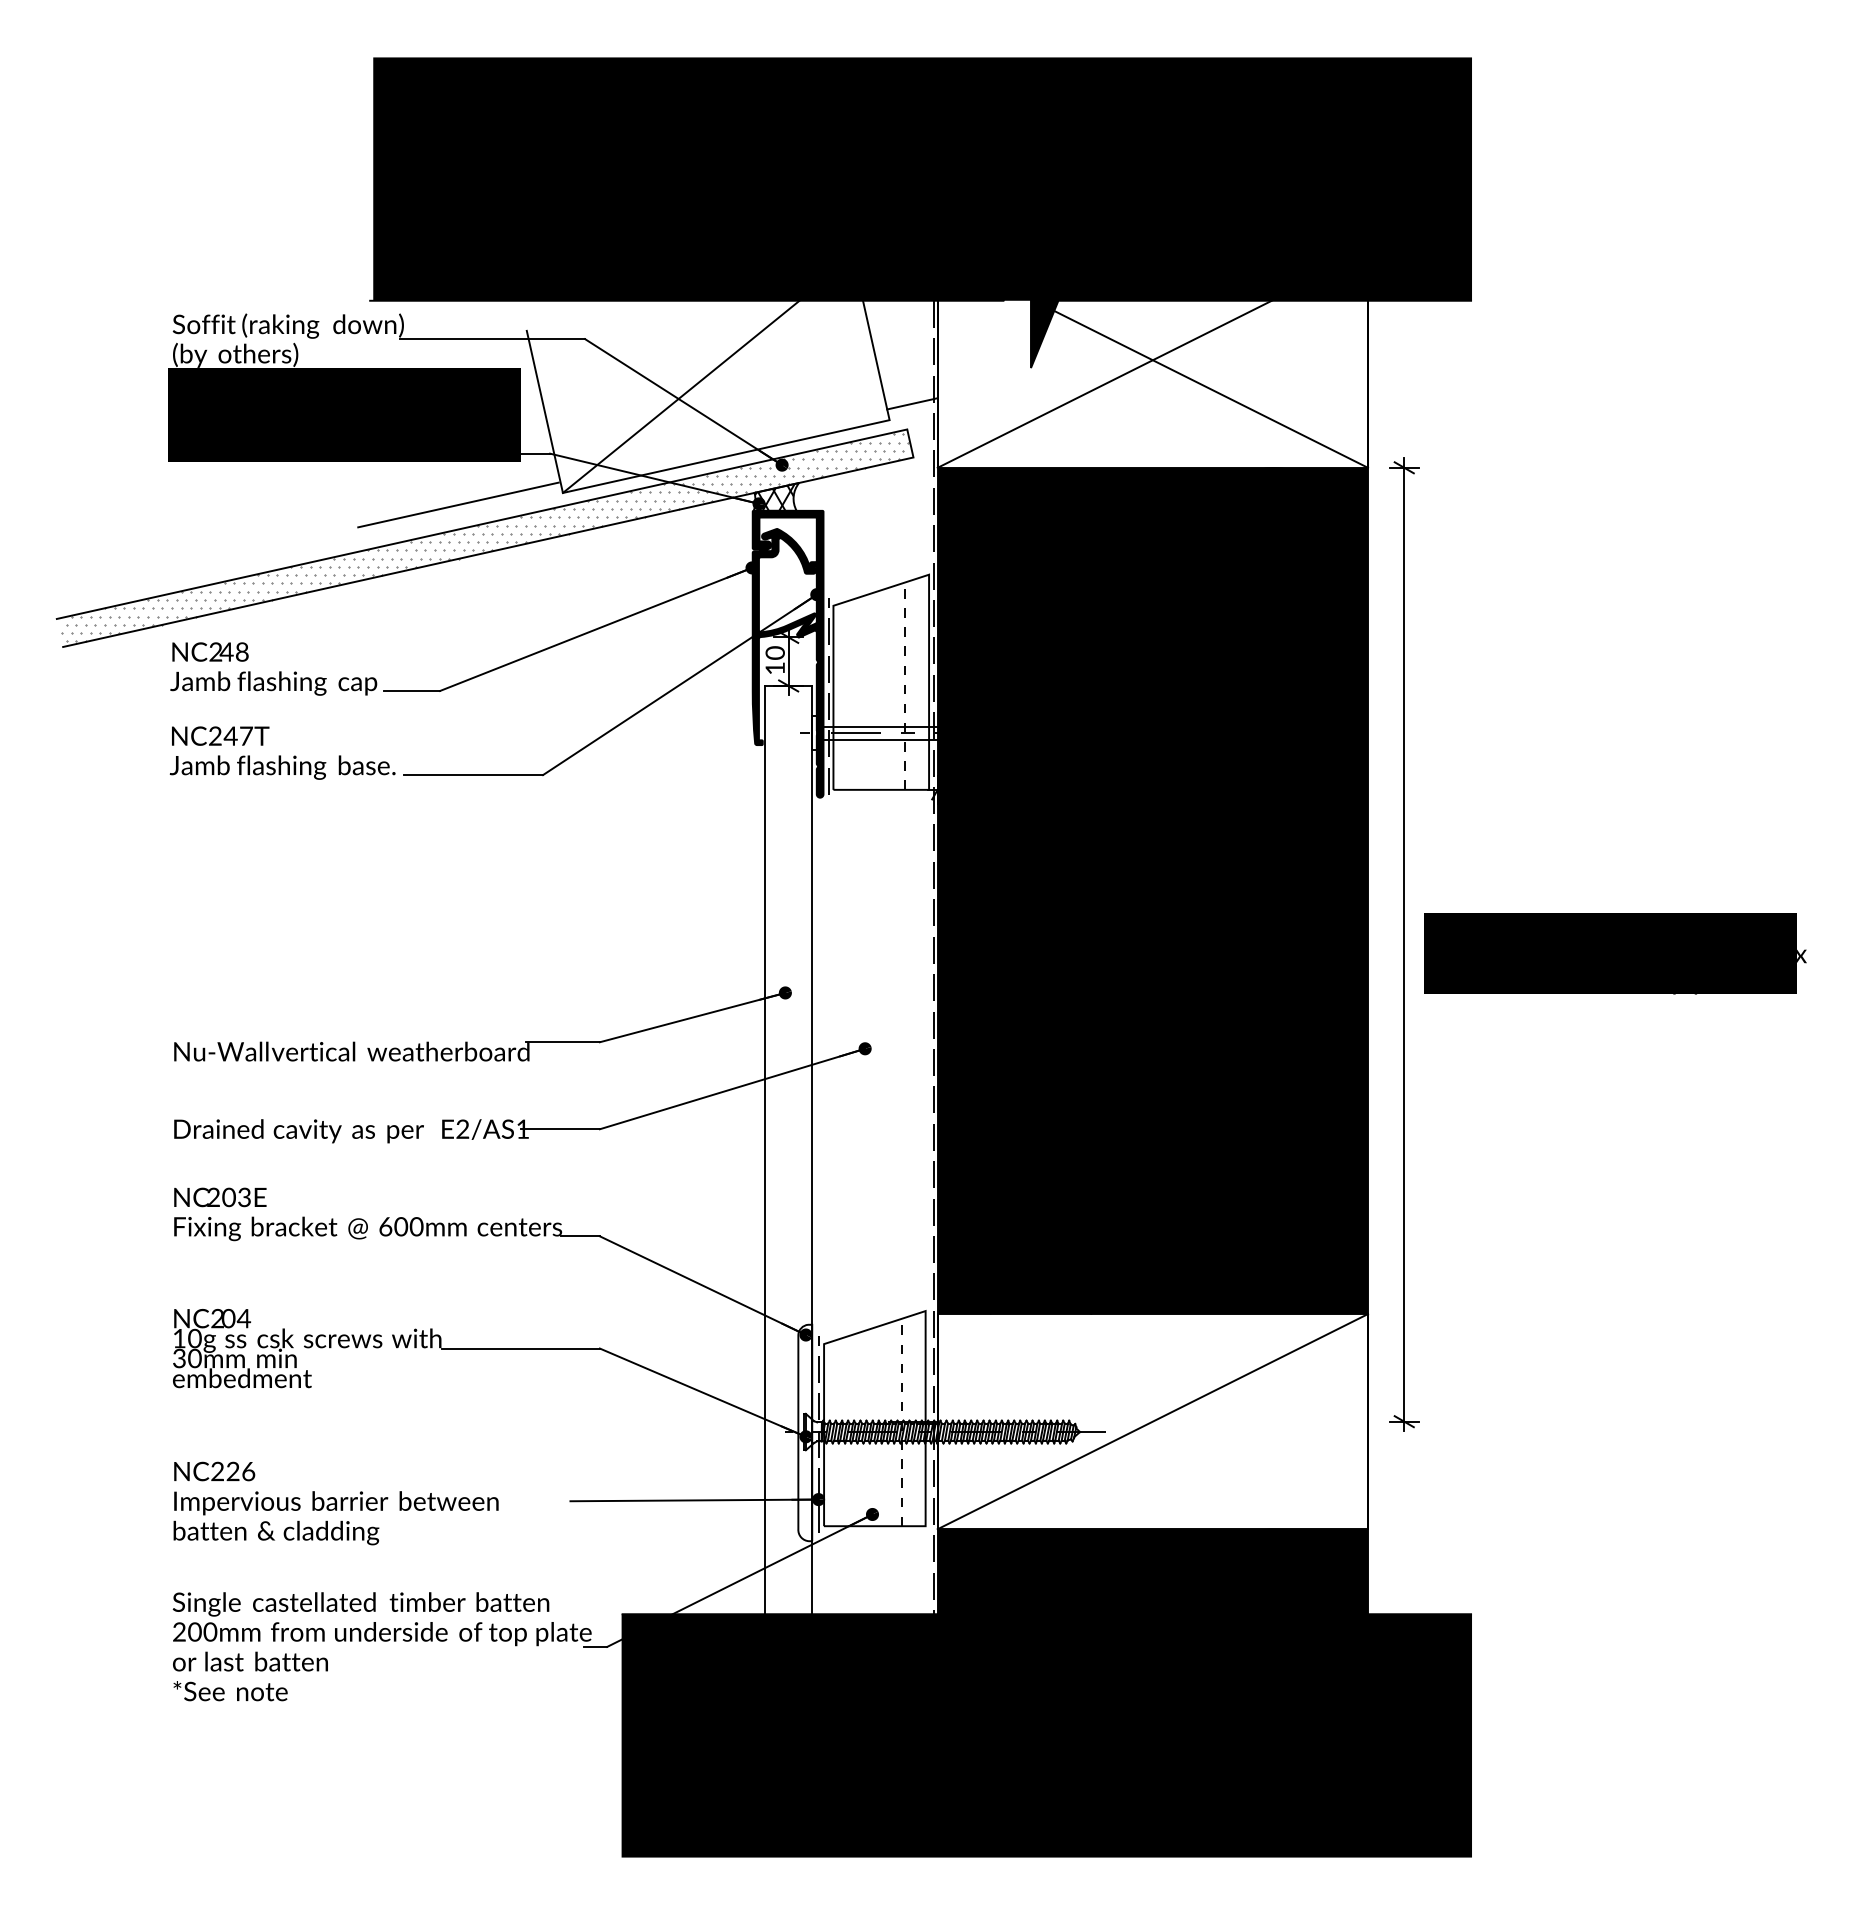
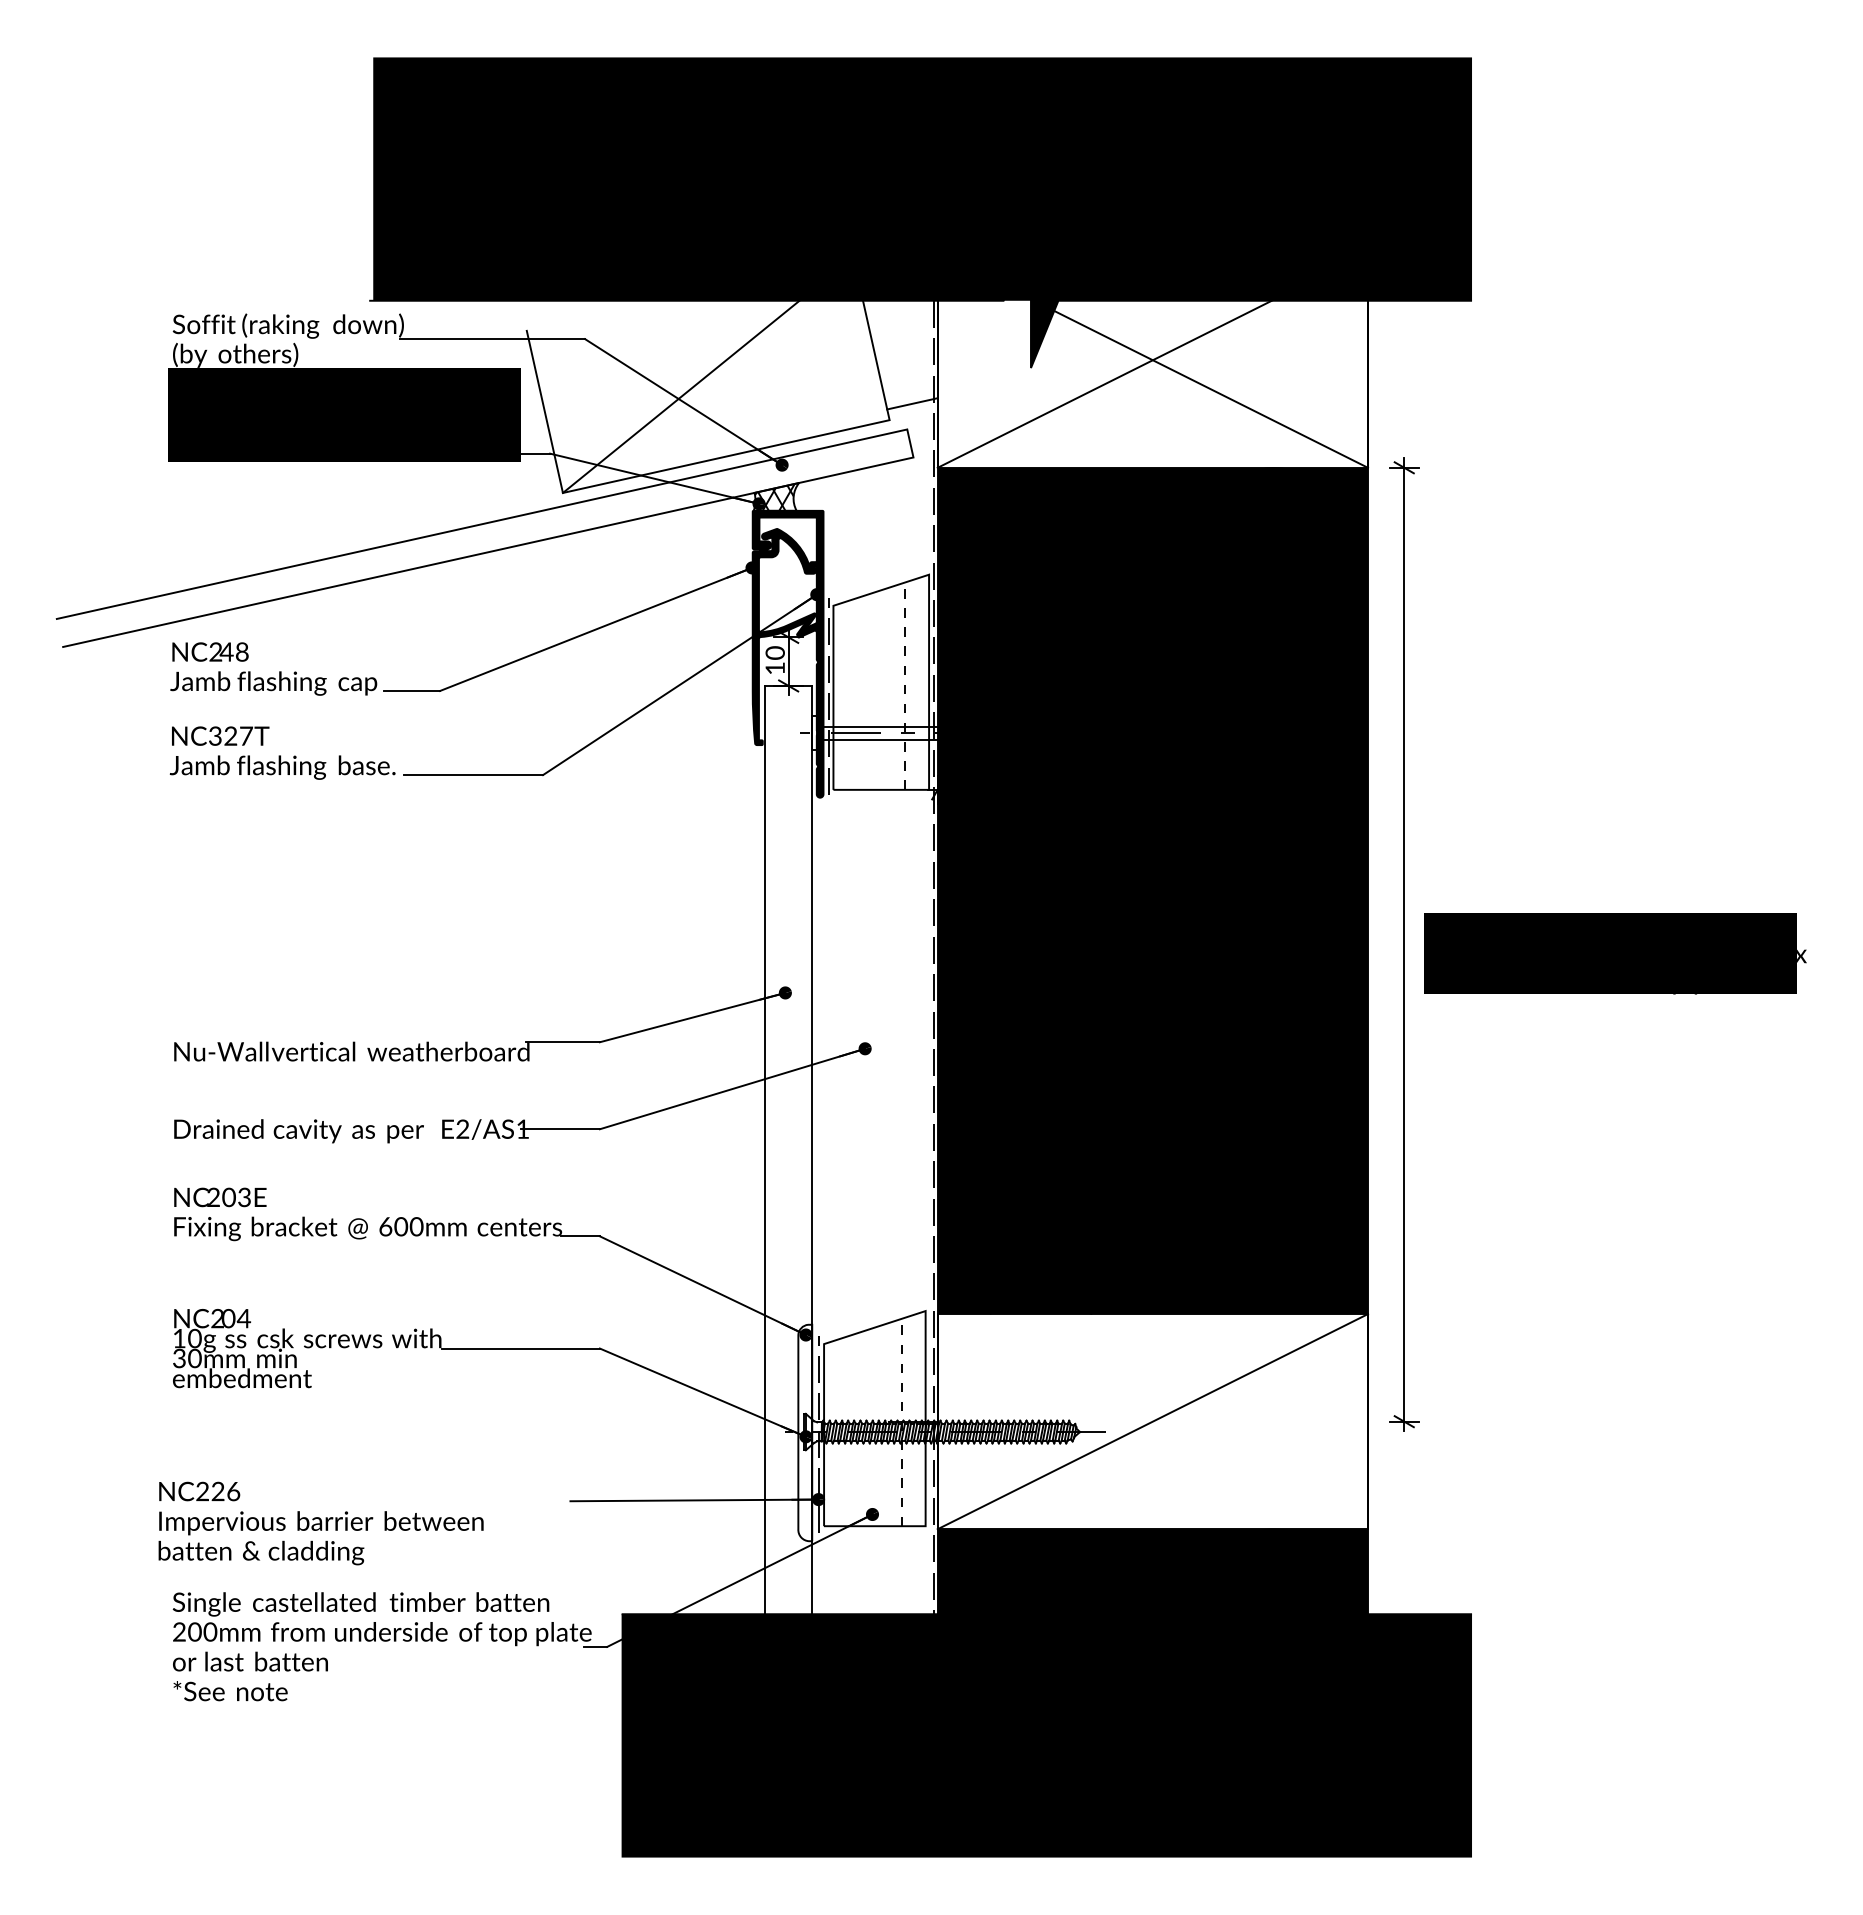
line at (458, 504): present -> none
hatch at (484, 537): present -> none
text at (223, 735): NC247T -> NC327T
text at (335, 1503) position: (335, 1503) -> (320, 1523)
